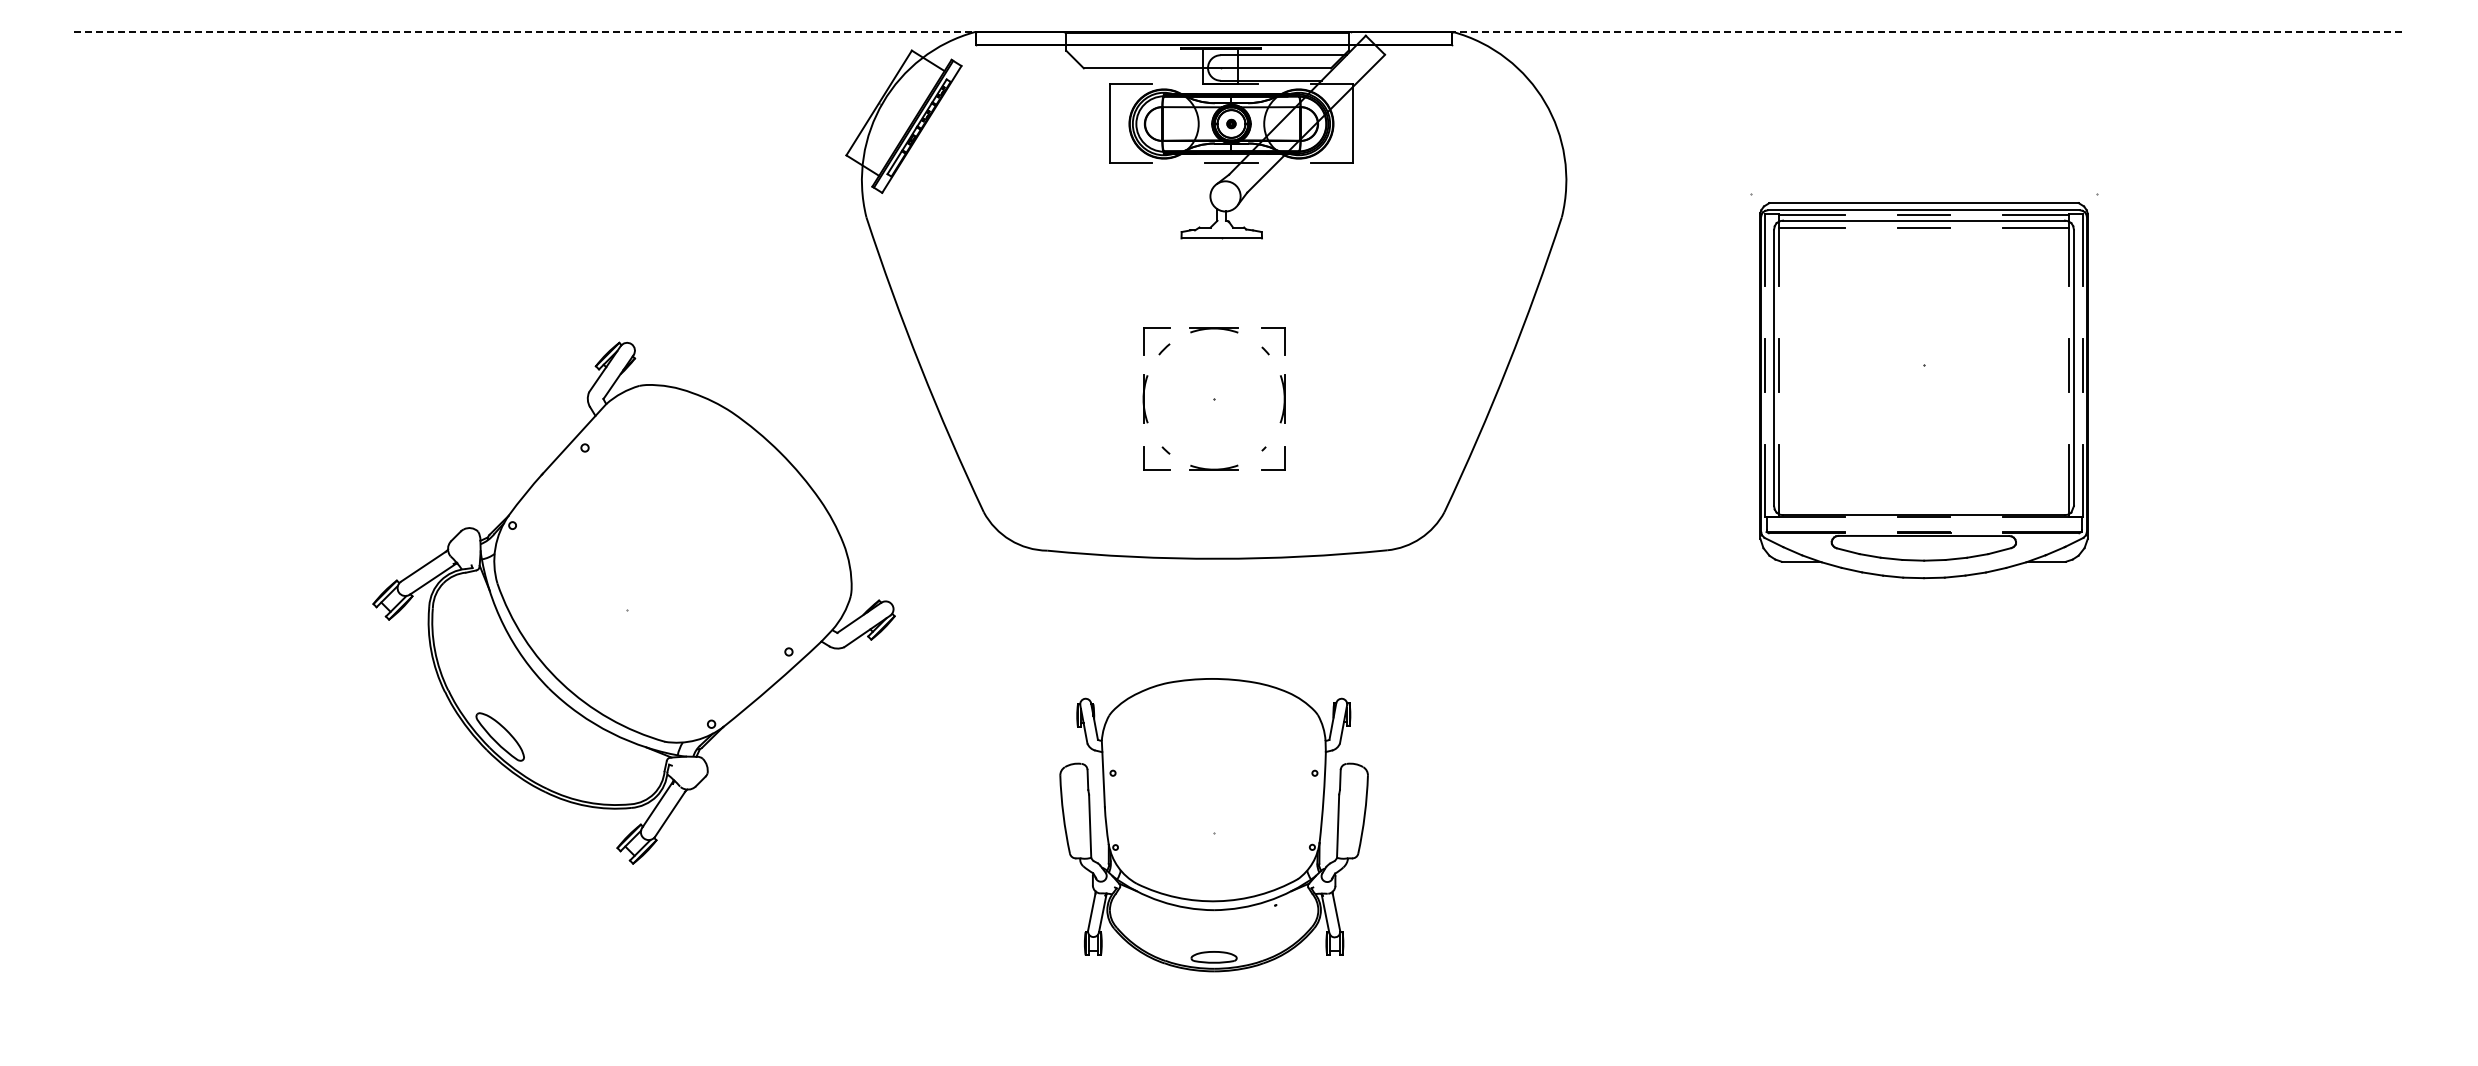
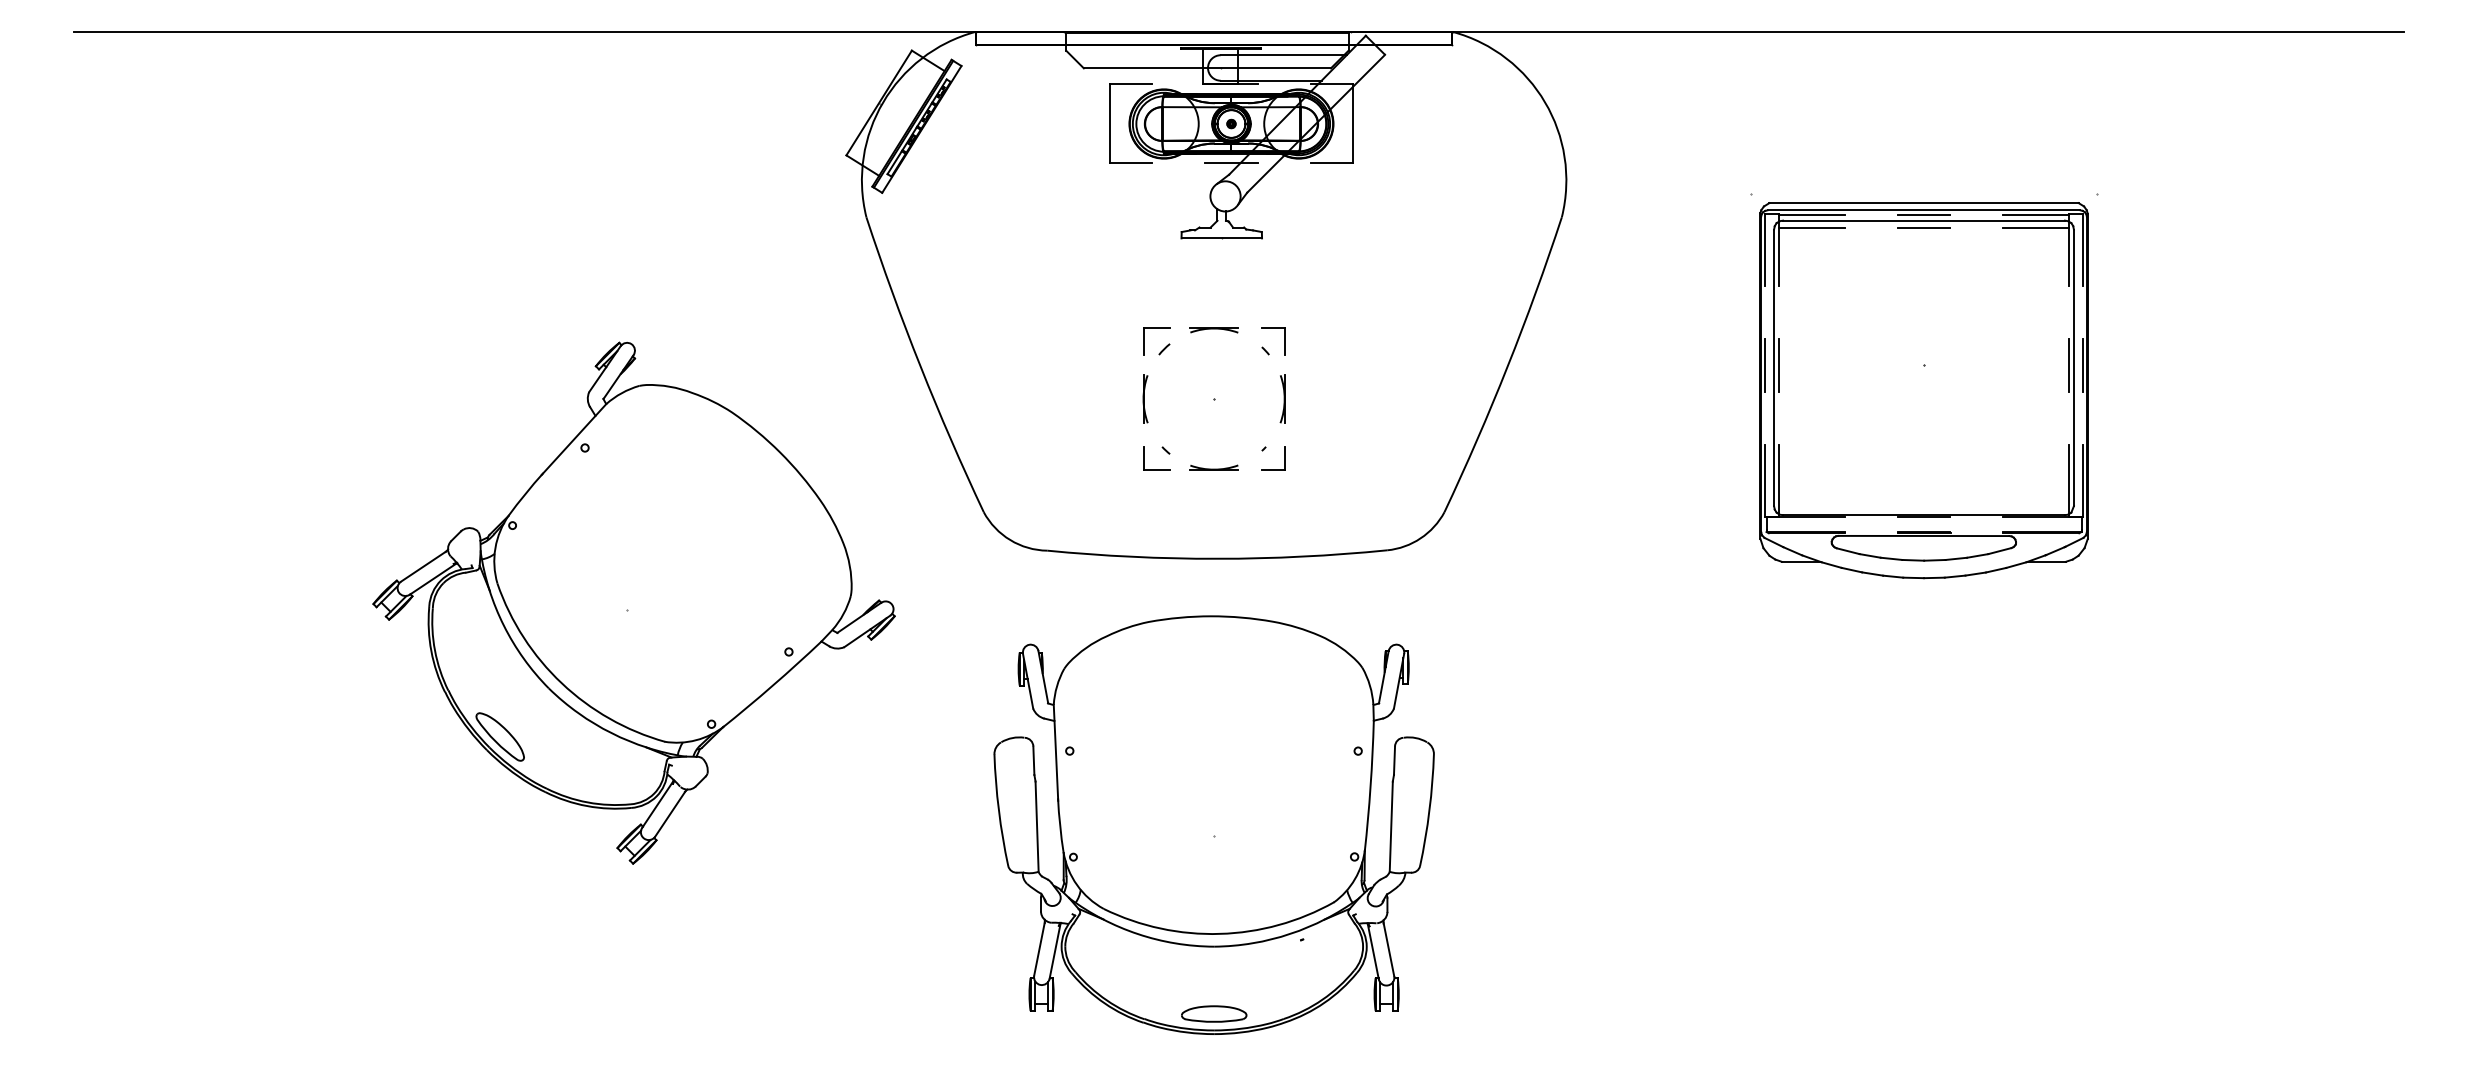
line at (1238, 31): dashed -> solid
part at (1213, 825) size: 310x295 px -> 442x420 px
